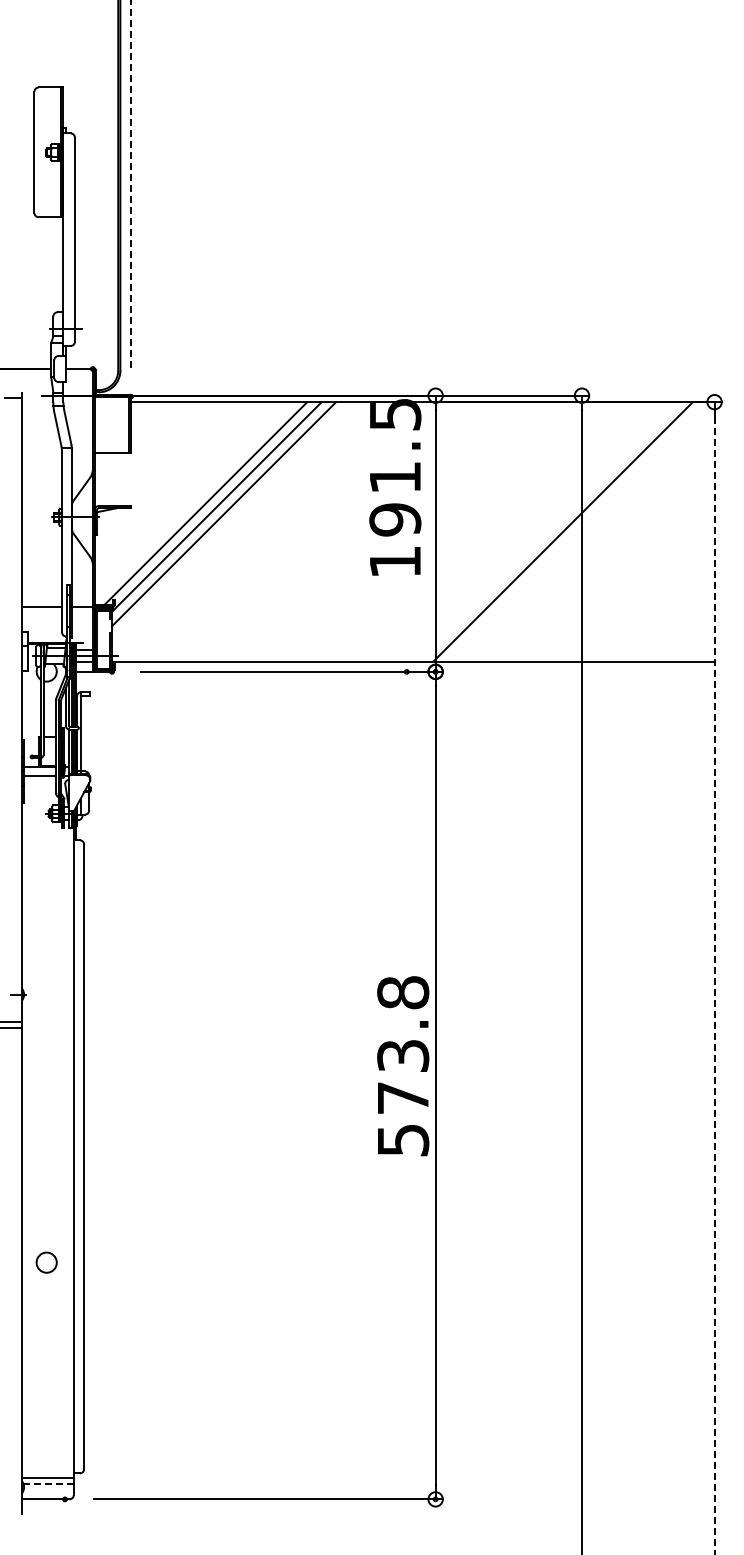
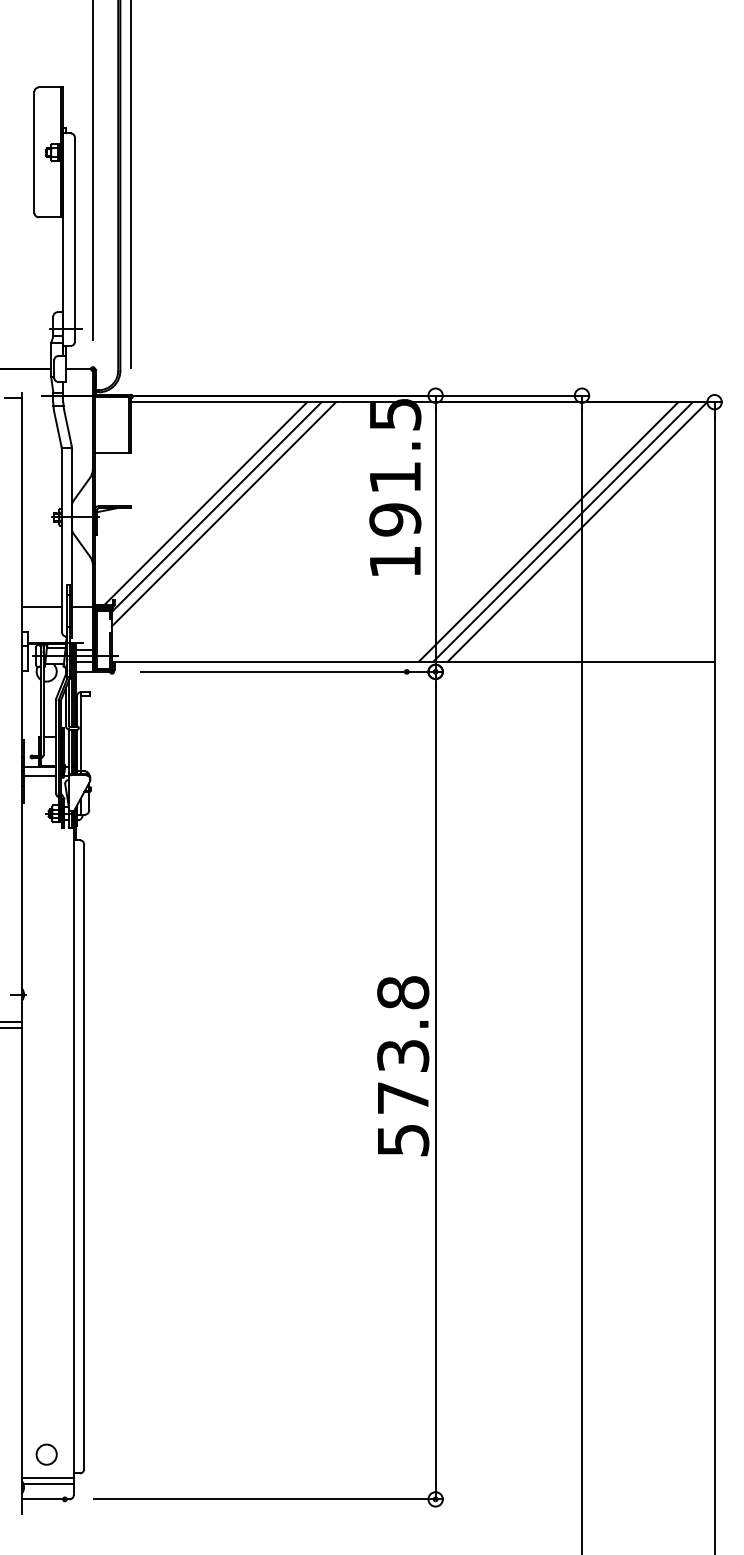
line at (92, 171): none -> present
line at (130, 183): dashed -> solid
line at (548, 531): none -> present
line at (577, 531): none -> present
line at (714, 985): dashed -> solid
circle at (46, 1262) position: (46, 1262) -> (46, 1454)
line at (48, 1483): dashed -> solid
